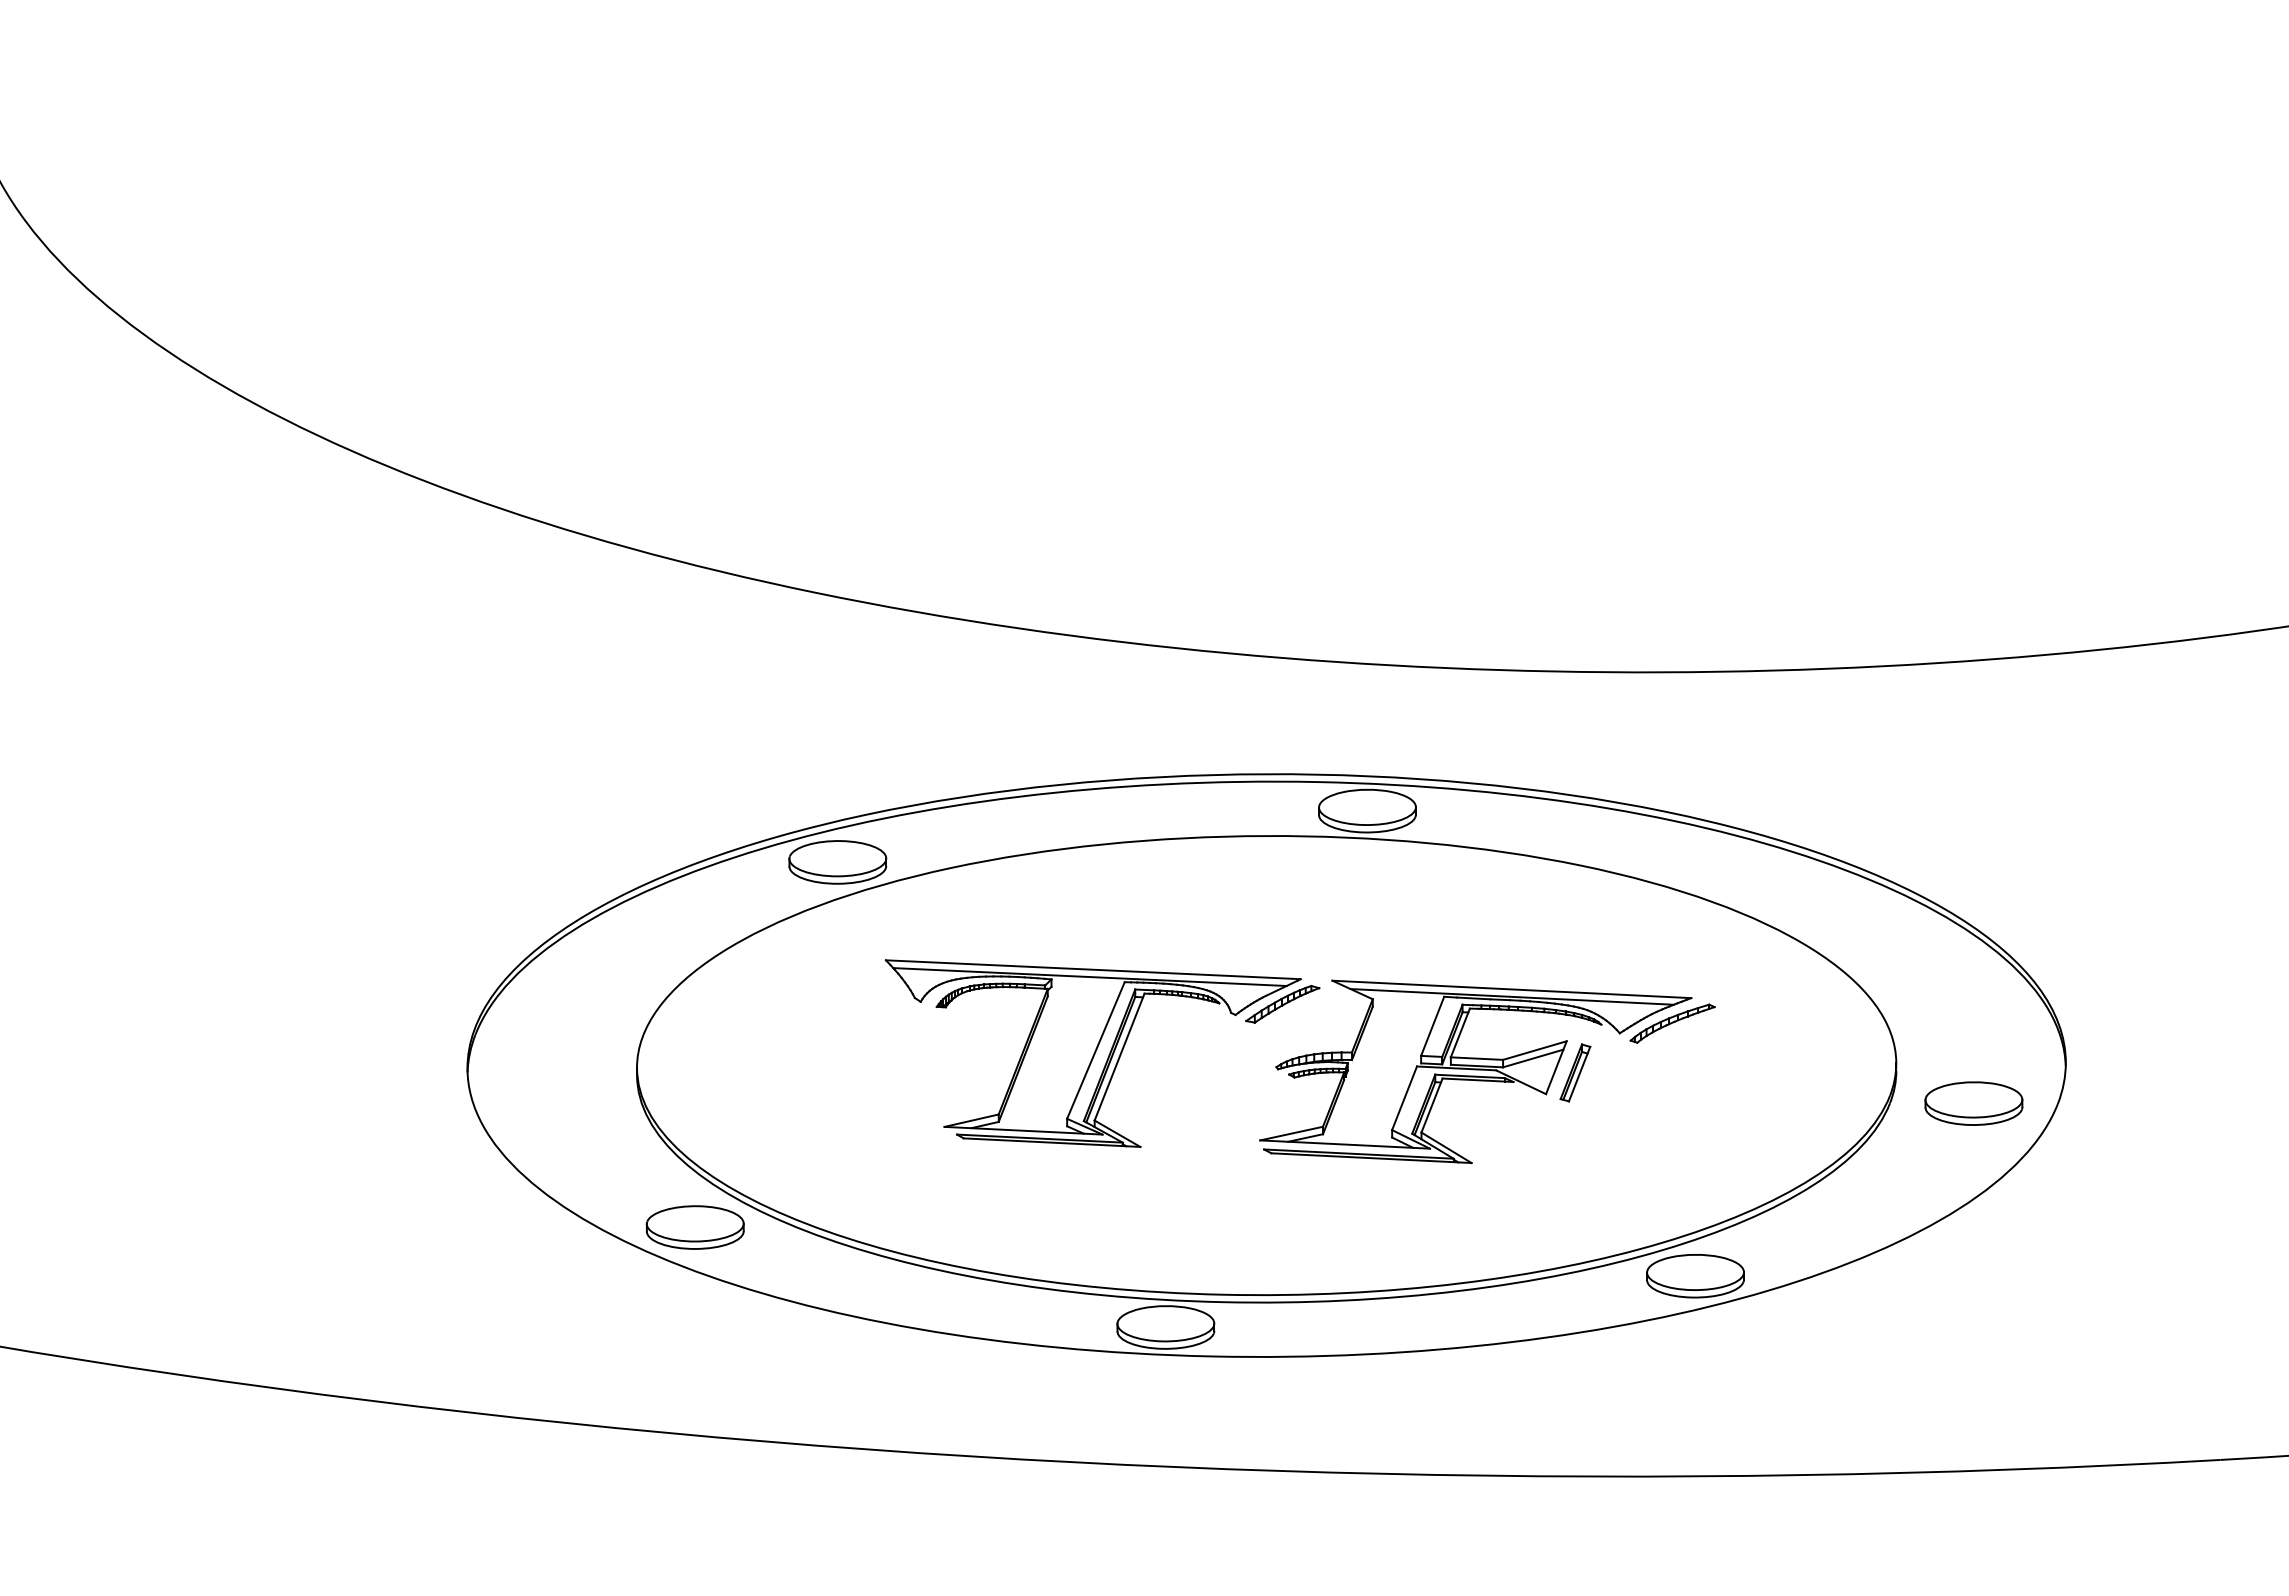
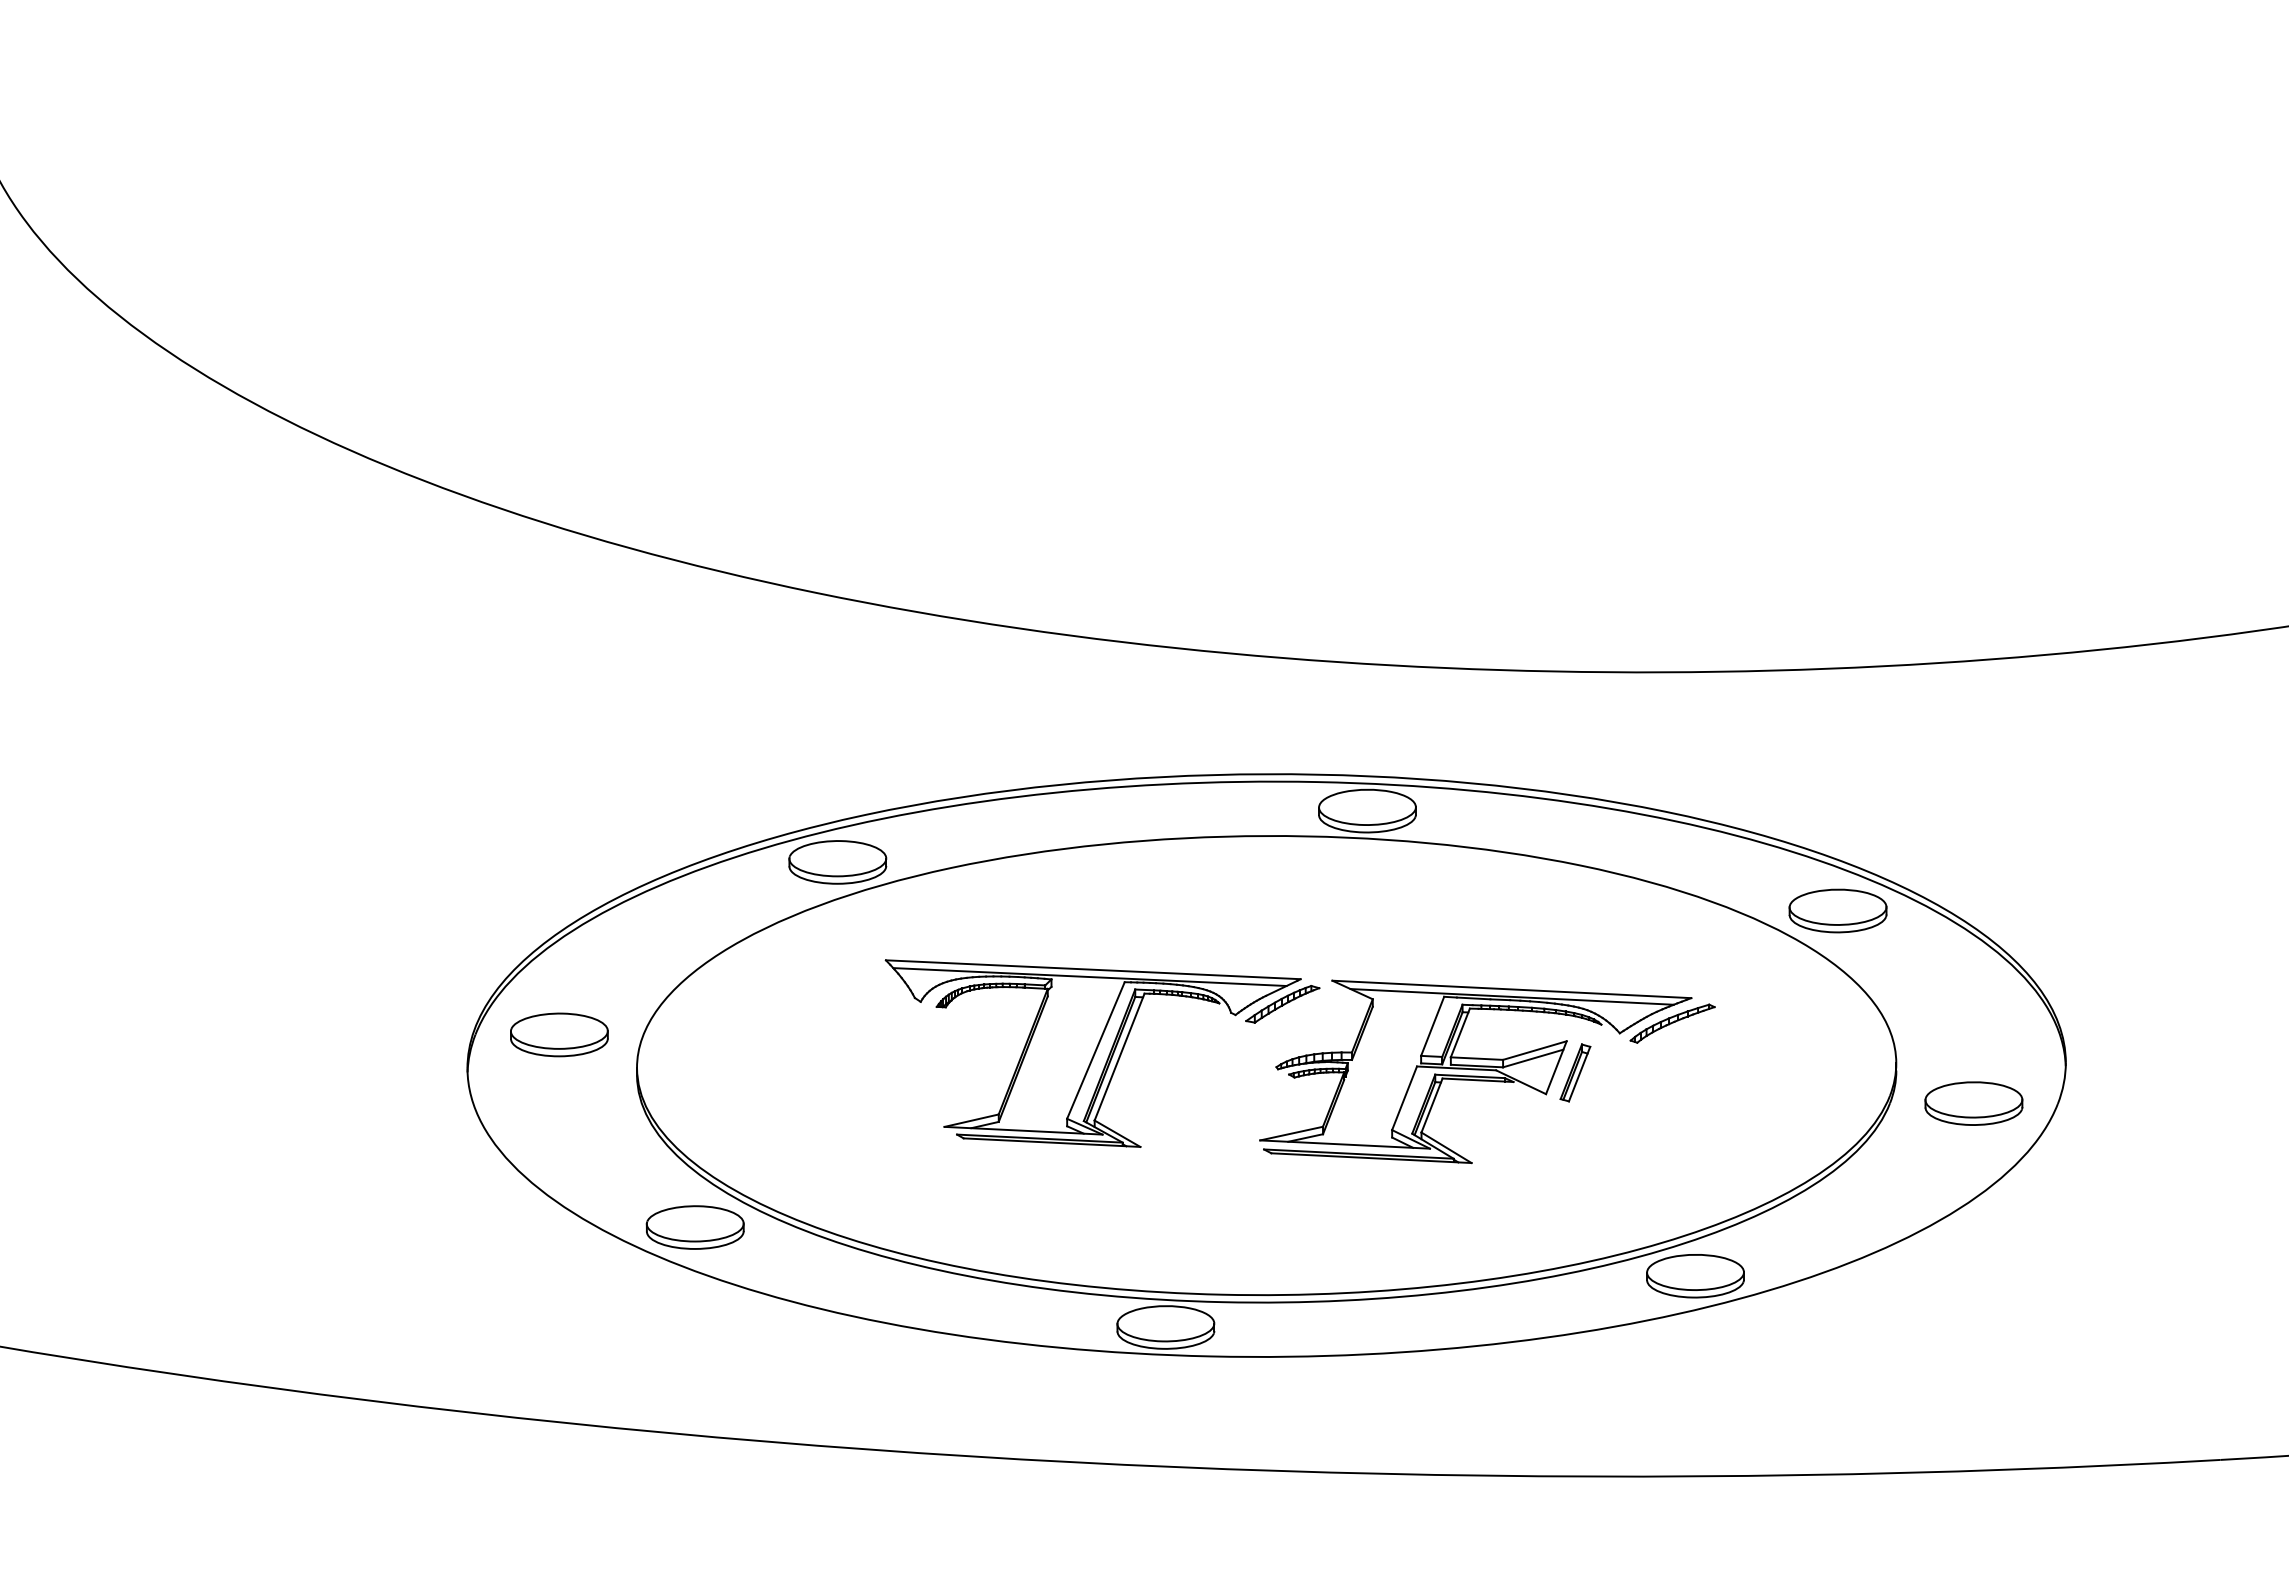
part at (1837, 910): none -> present
part at (559, 1034): none -> present
